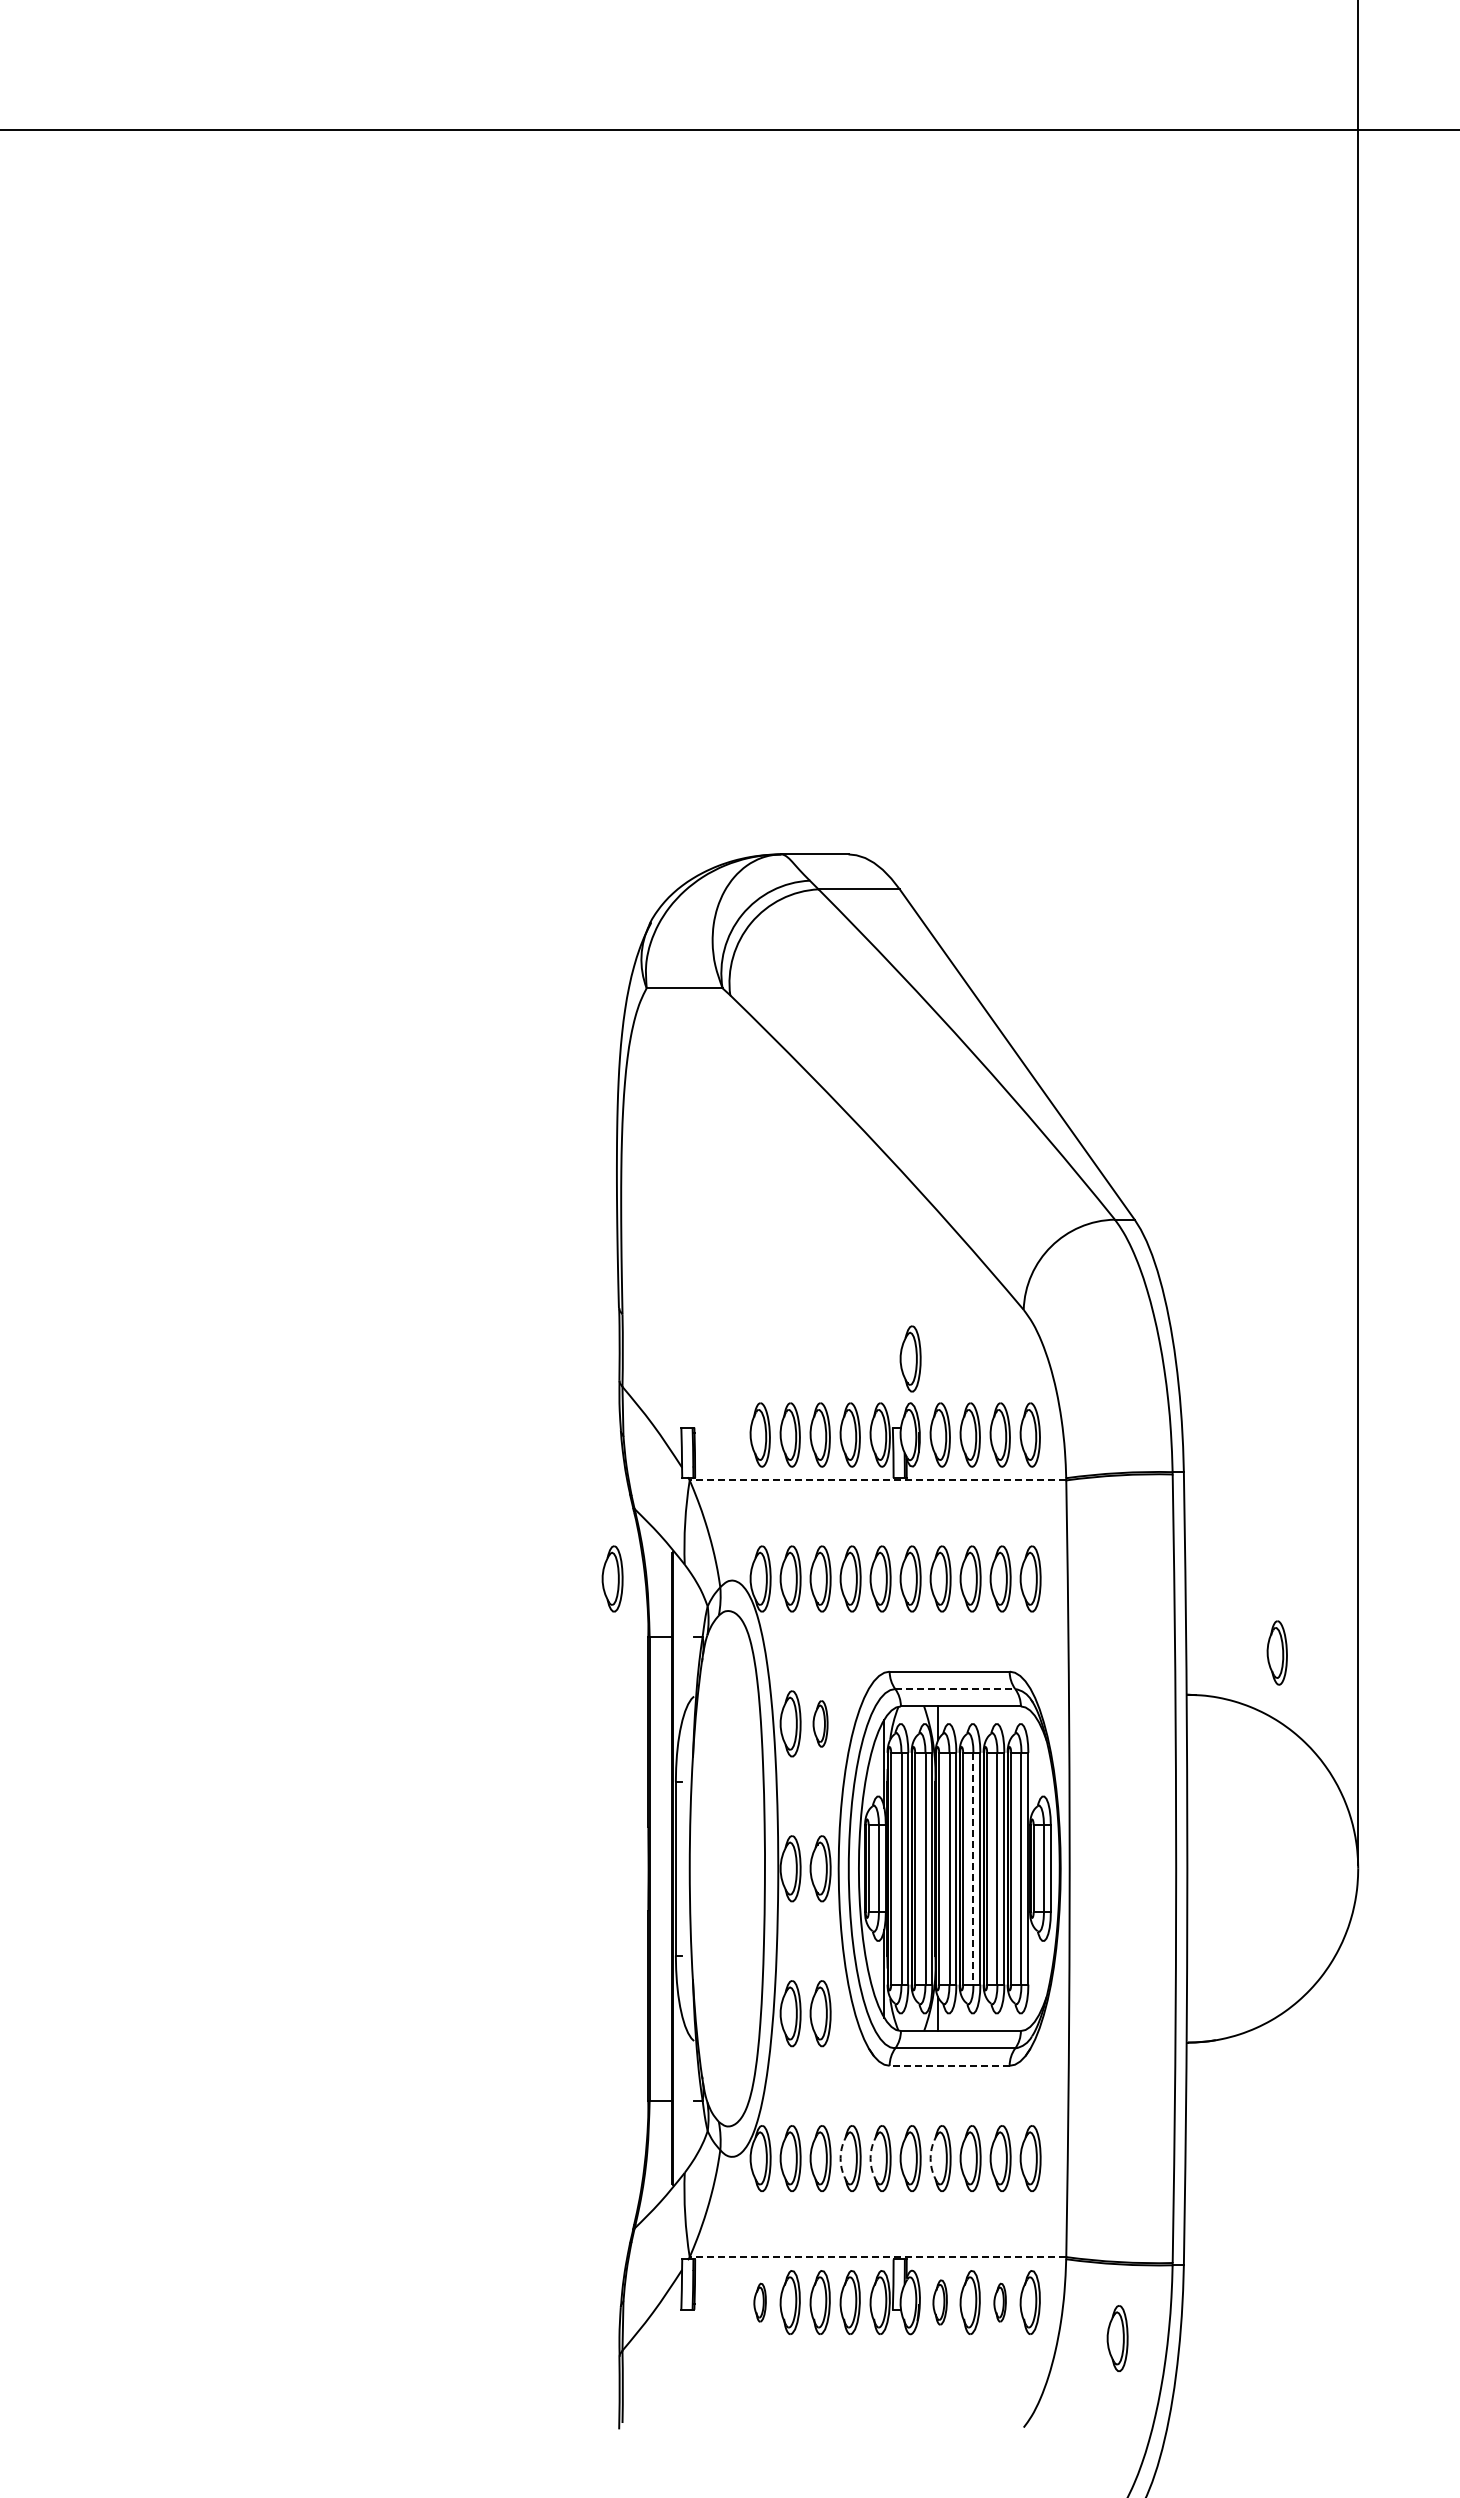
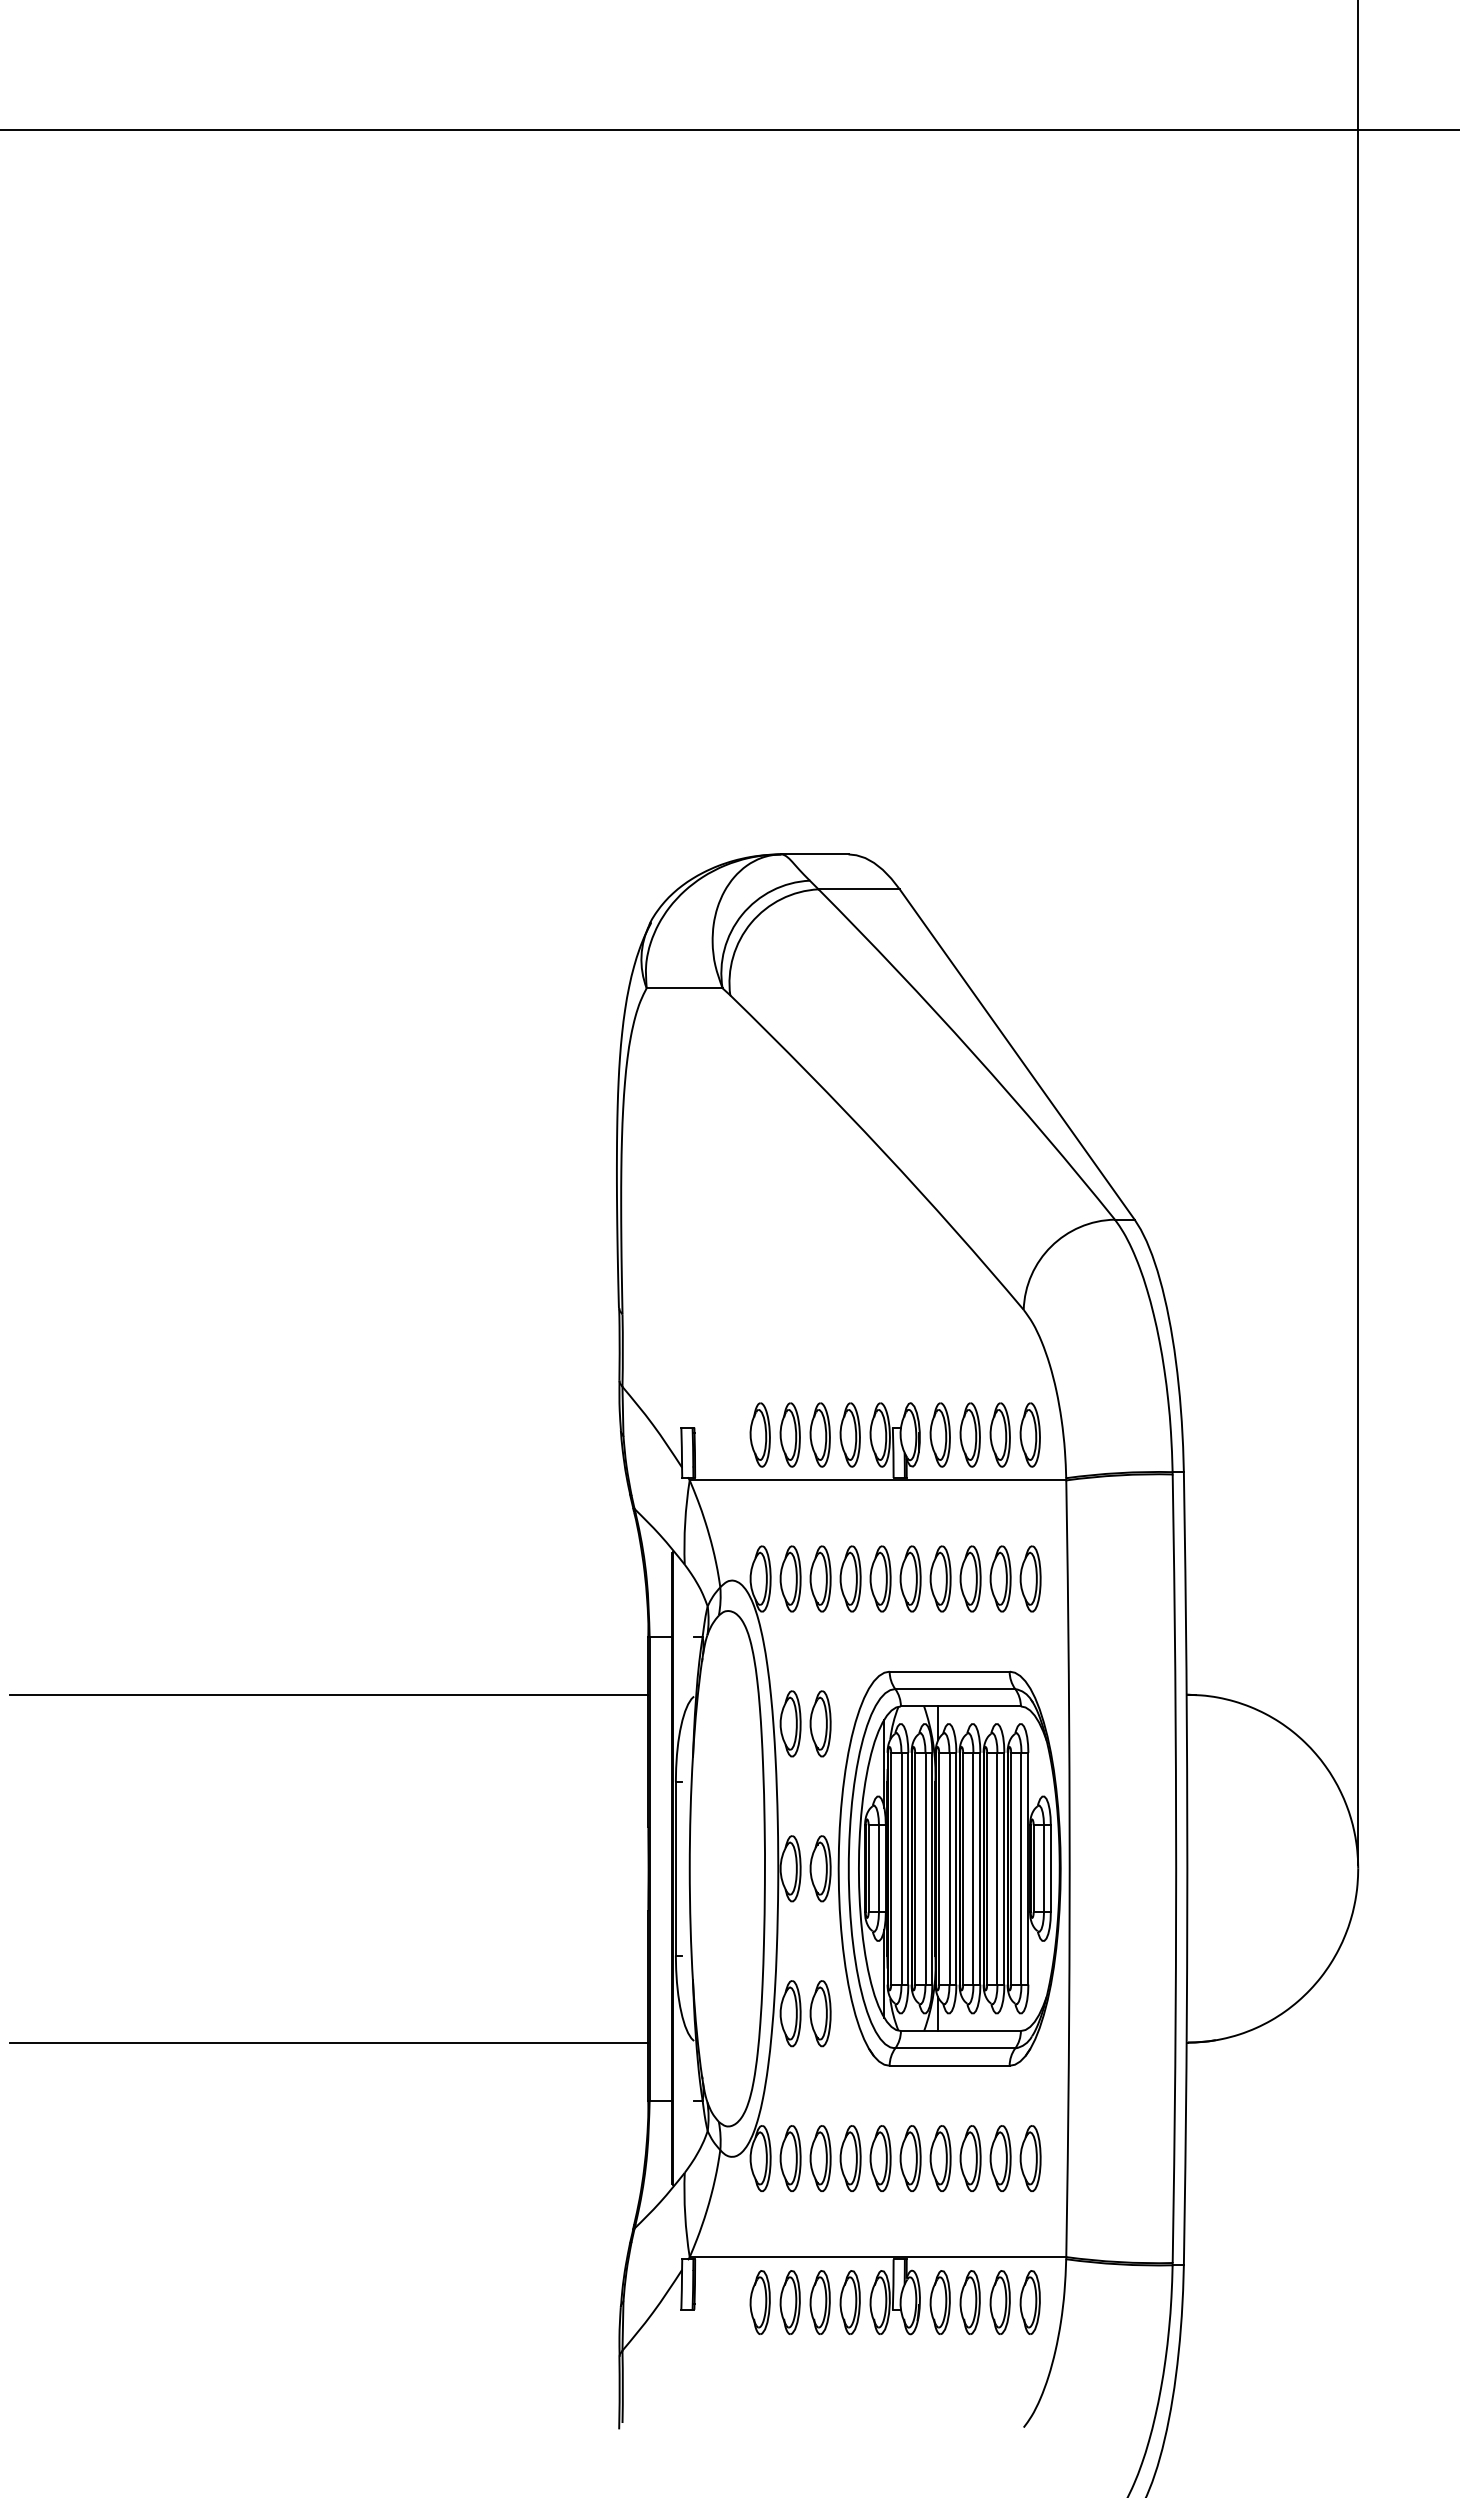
part at (910, 1358): present -> none
line at (877, 1480): dashed -> solid
part at (612, 1578): present -> none
part at (1276, 1652): present -> none
line at (955, 1689): dashed -> solid
line at (329, 1694): none -> present
part at (820, 1723) size: 17x48 px -> 23x68 px
line at (973, 1868): dashed -> solid
line at (329, 2042): none -> present
line at (949, 2065): dashed -> solid
arc at (840, 2158): dashed -> solid
arc at (870, 2158): dashed -> solid
arc at (930, 2158): dashed -> solid
line at (877, 2257): dashed -> solid
part at (759, 2302) size: 14x41 px -> 22x66 px
part at (939, 2302) size: 16x47 px -> 22x65 px
part at (999, 2302) size: 14x41 px -> 22x66 px
part at (1117, 2338): present -> none
